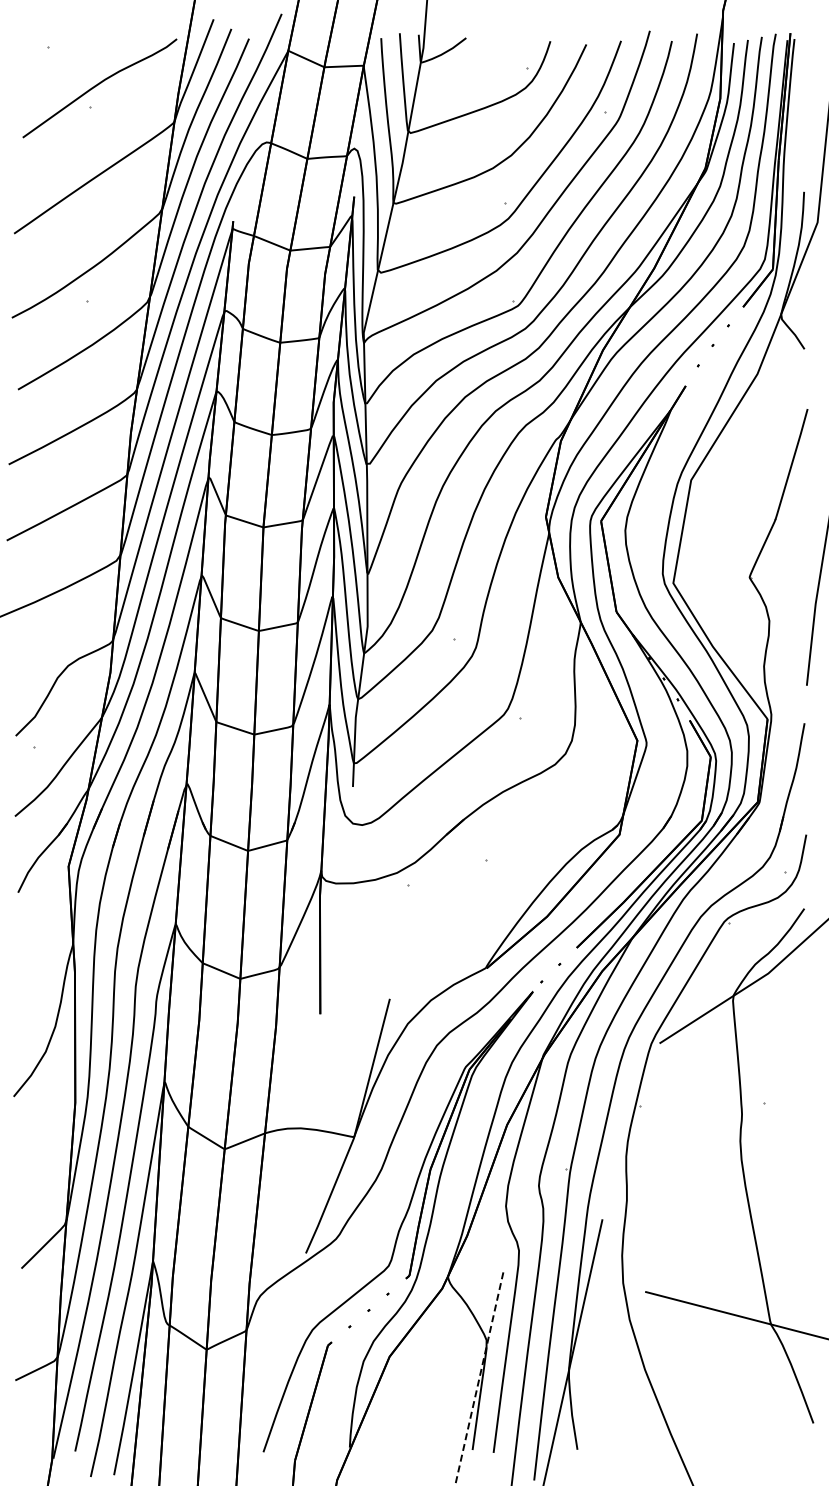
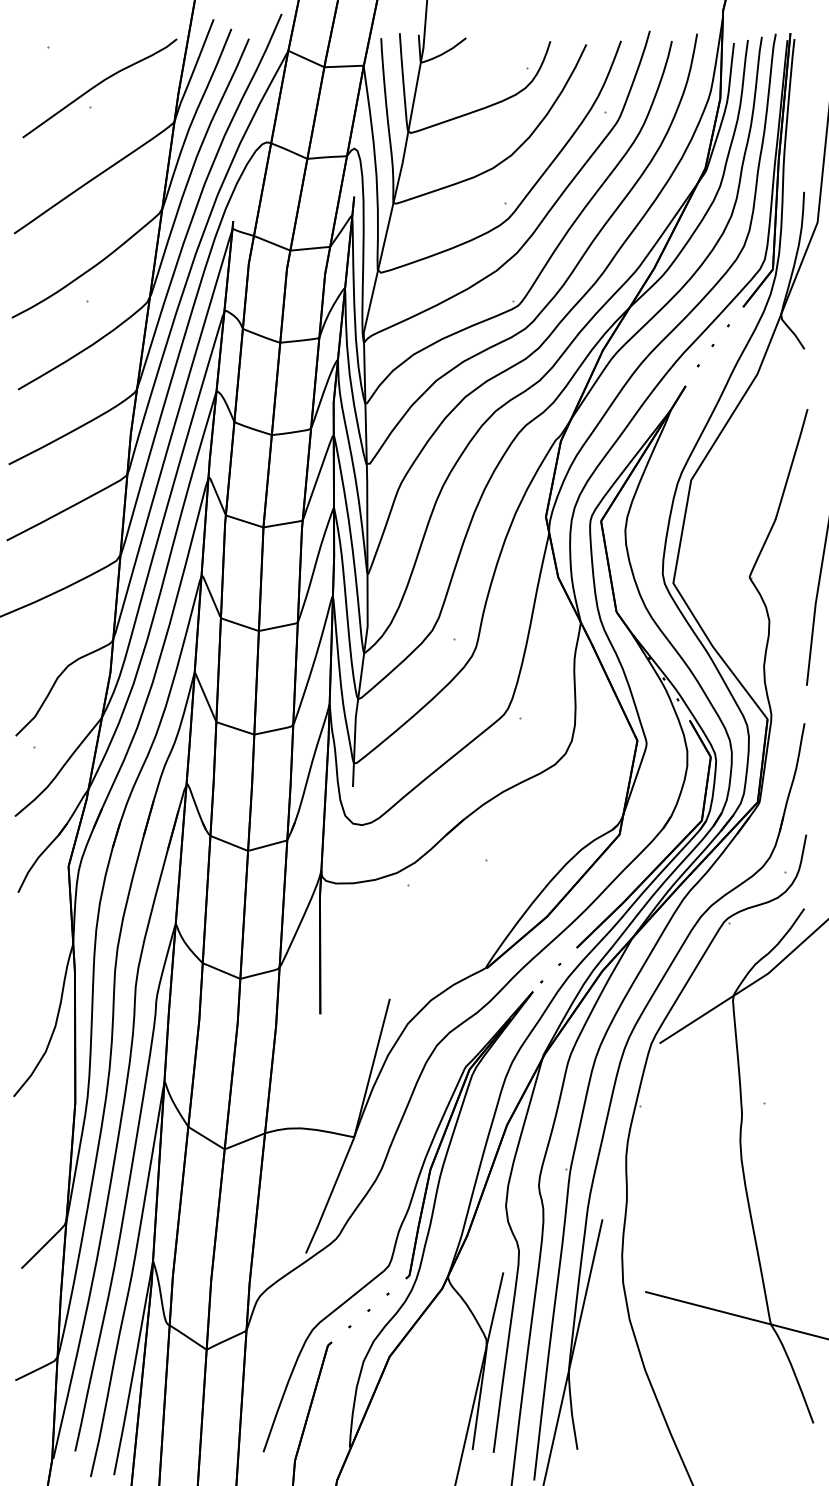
line at (479, 1379): dashed -> solid
